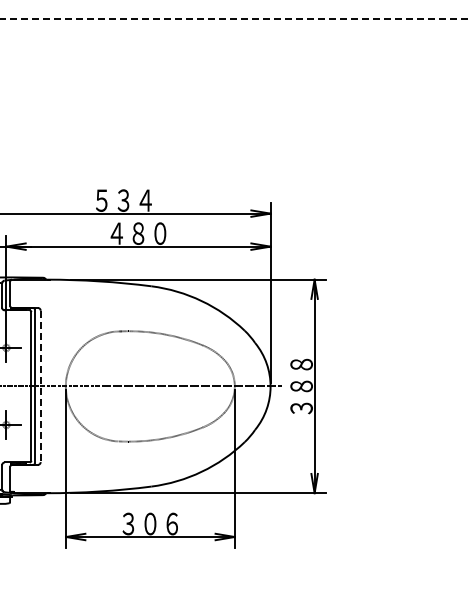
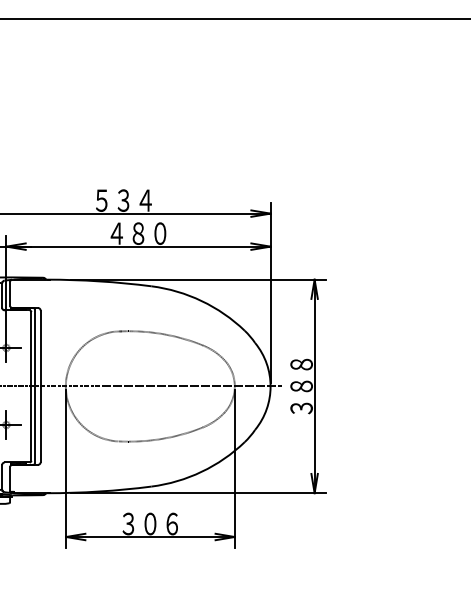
line at (236, 19): dashed -> solid
line at (40, 386): dashed -> solid
